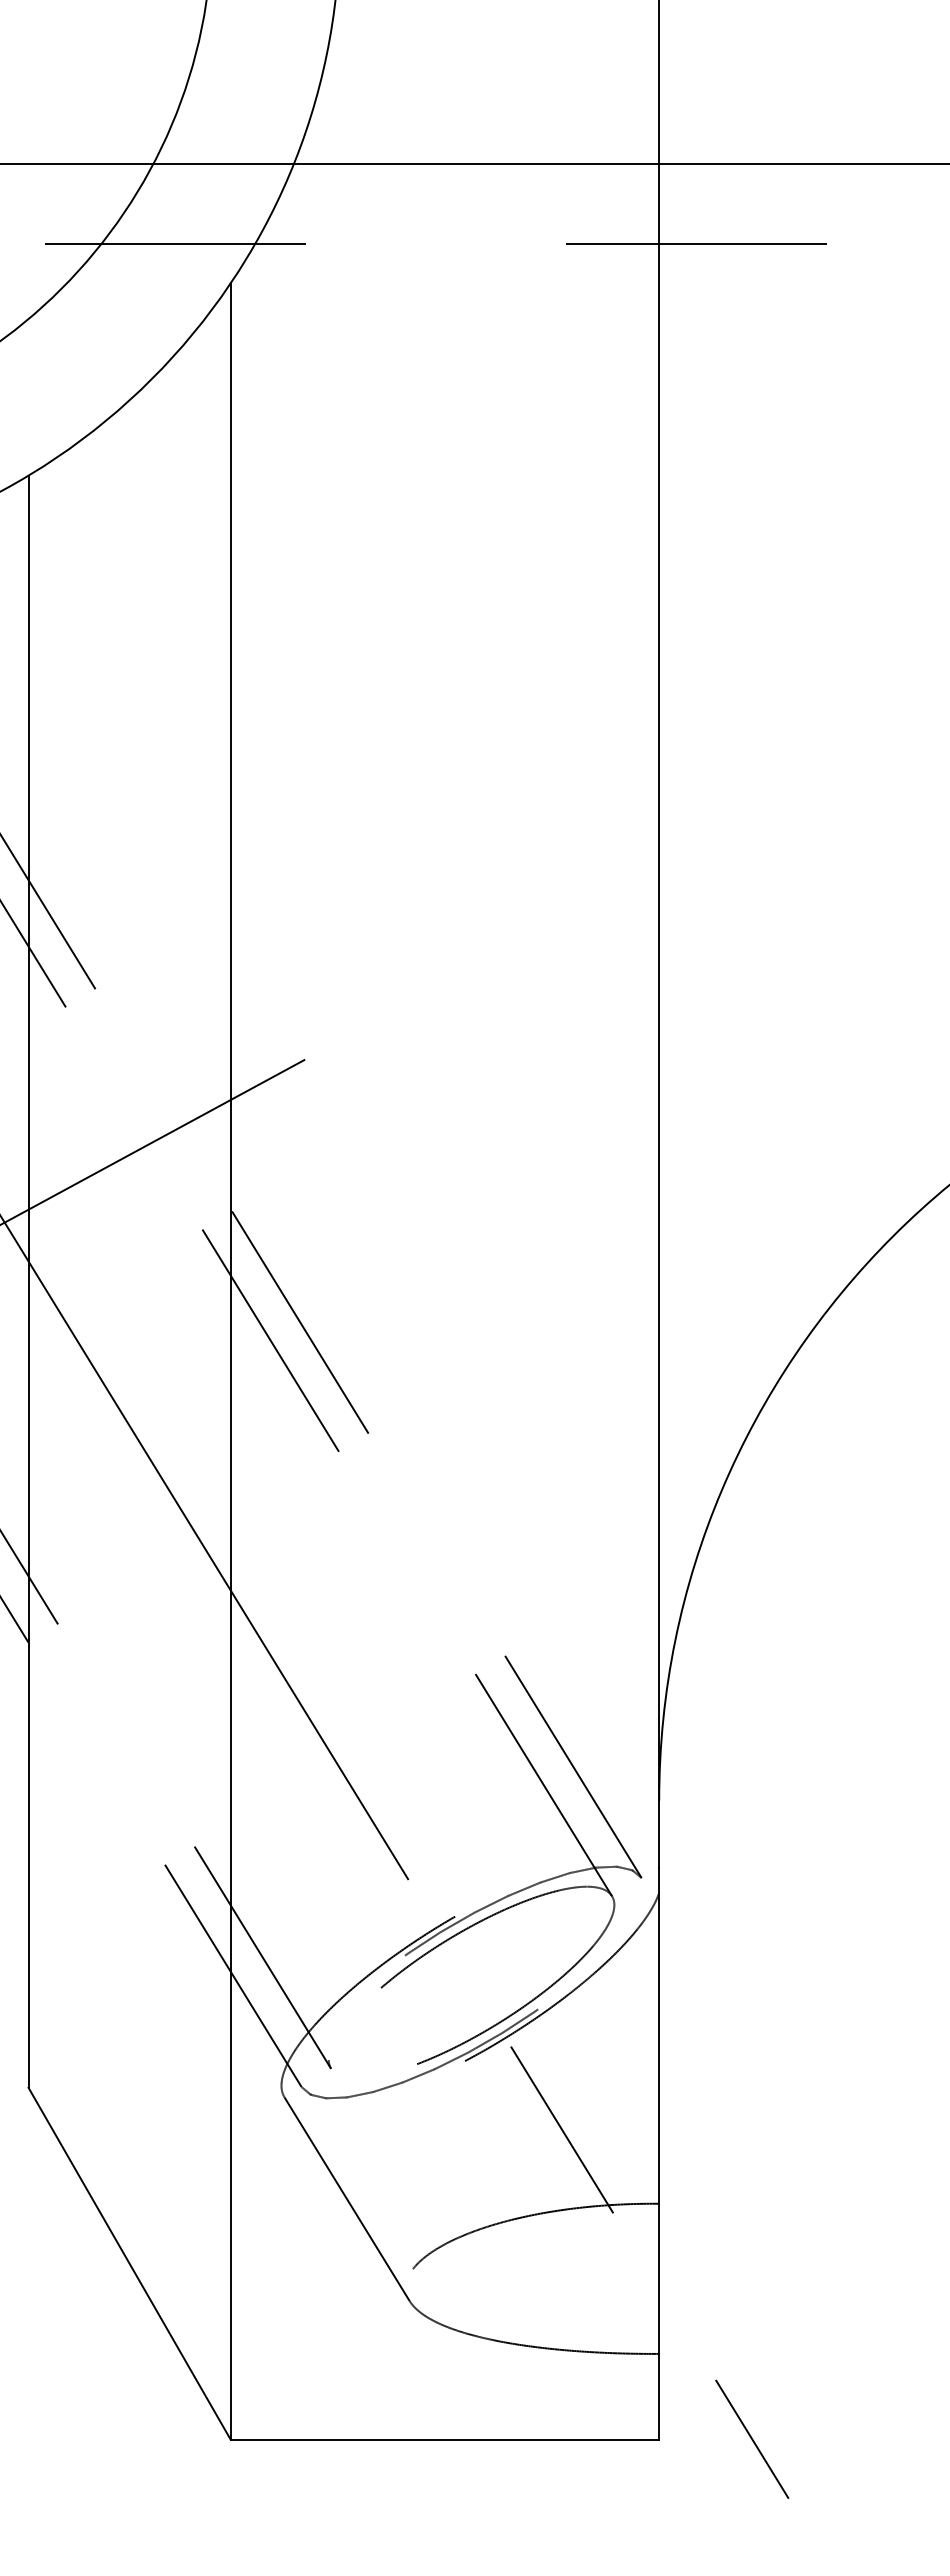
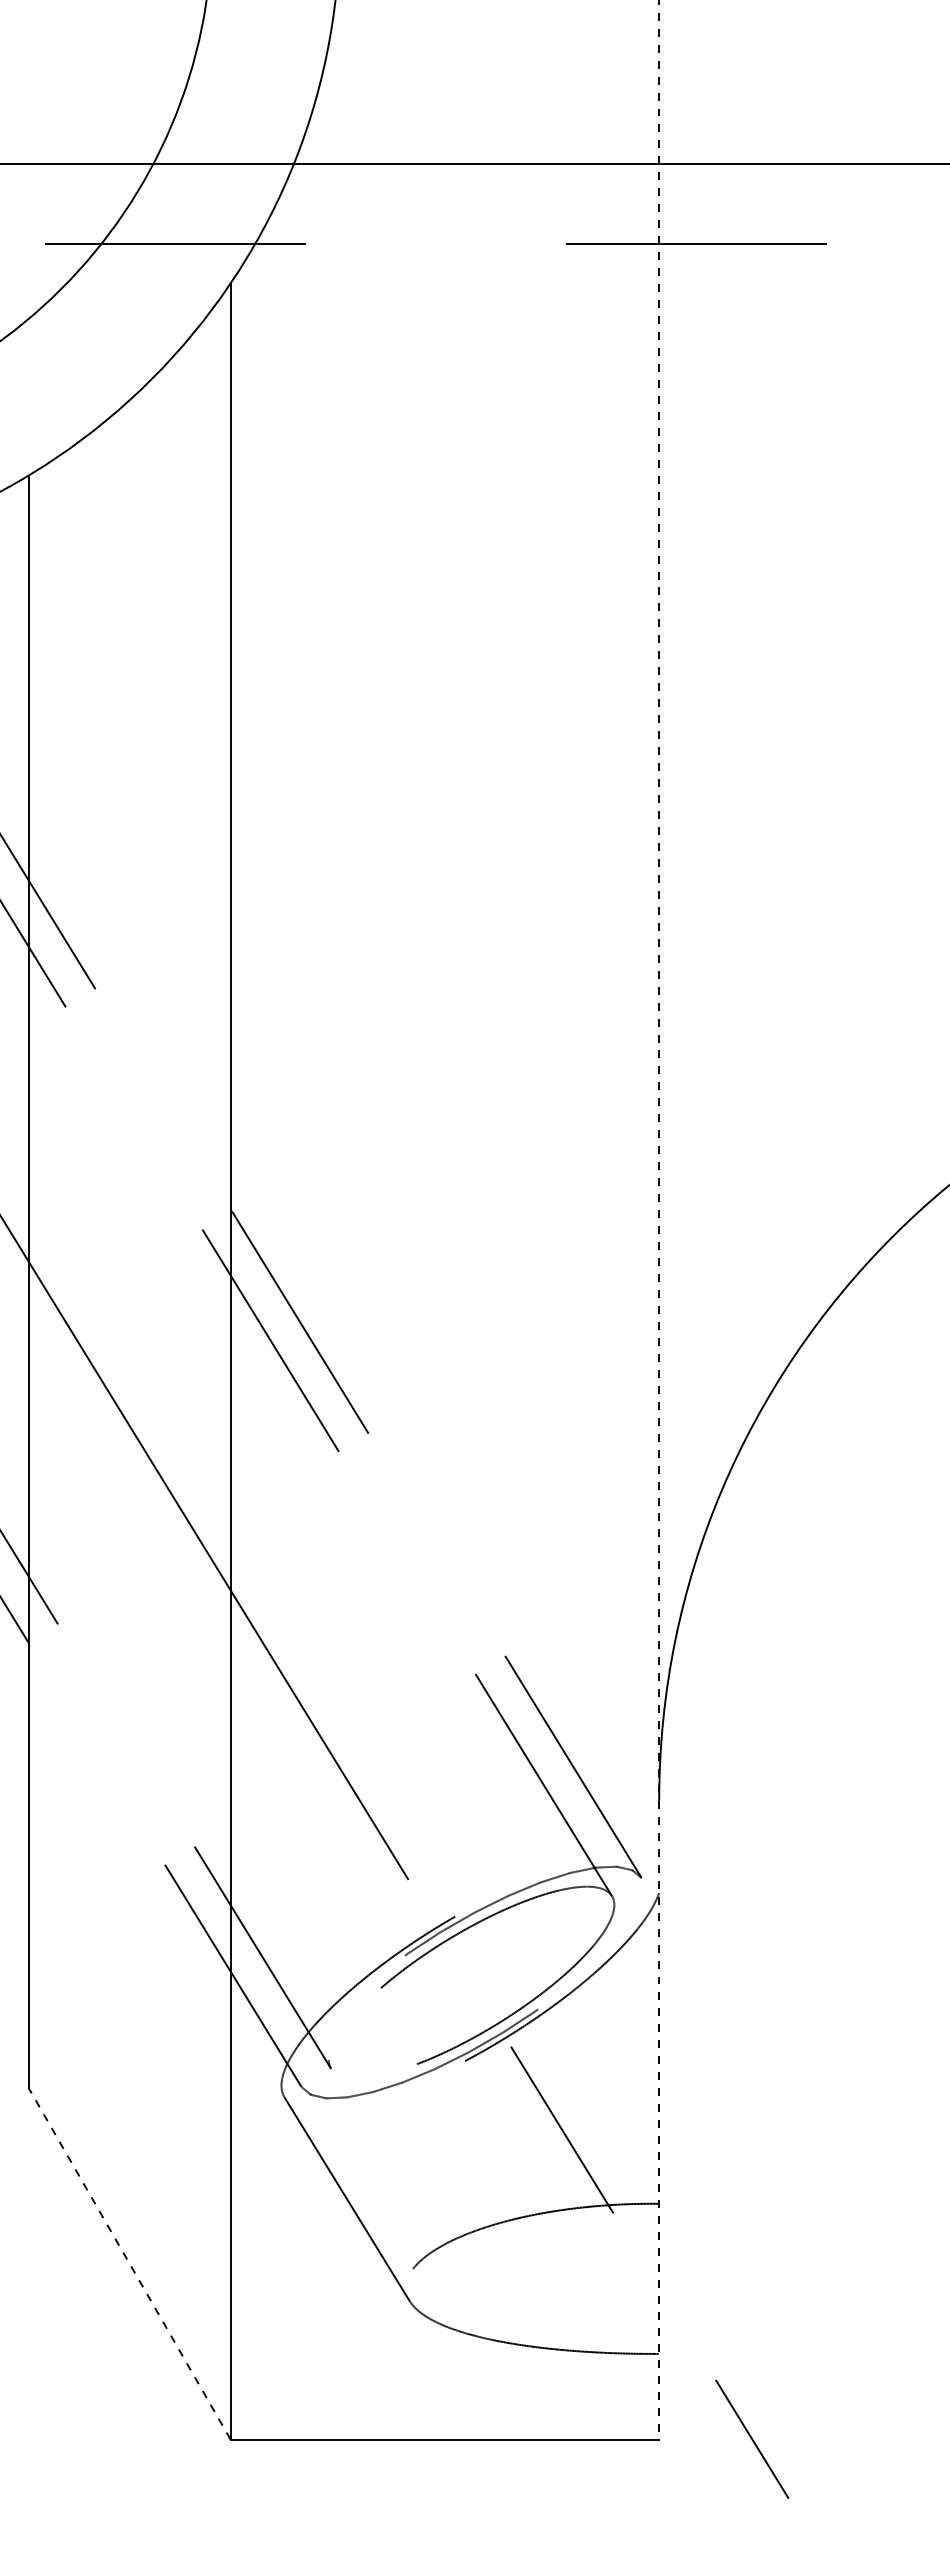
line at (153, 1141): present -> none
line at (659, 1220): solid -> dashed
line at (129, 2263): solid -> dashed
